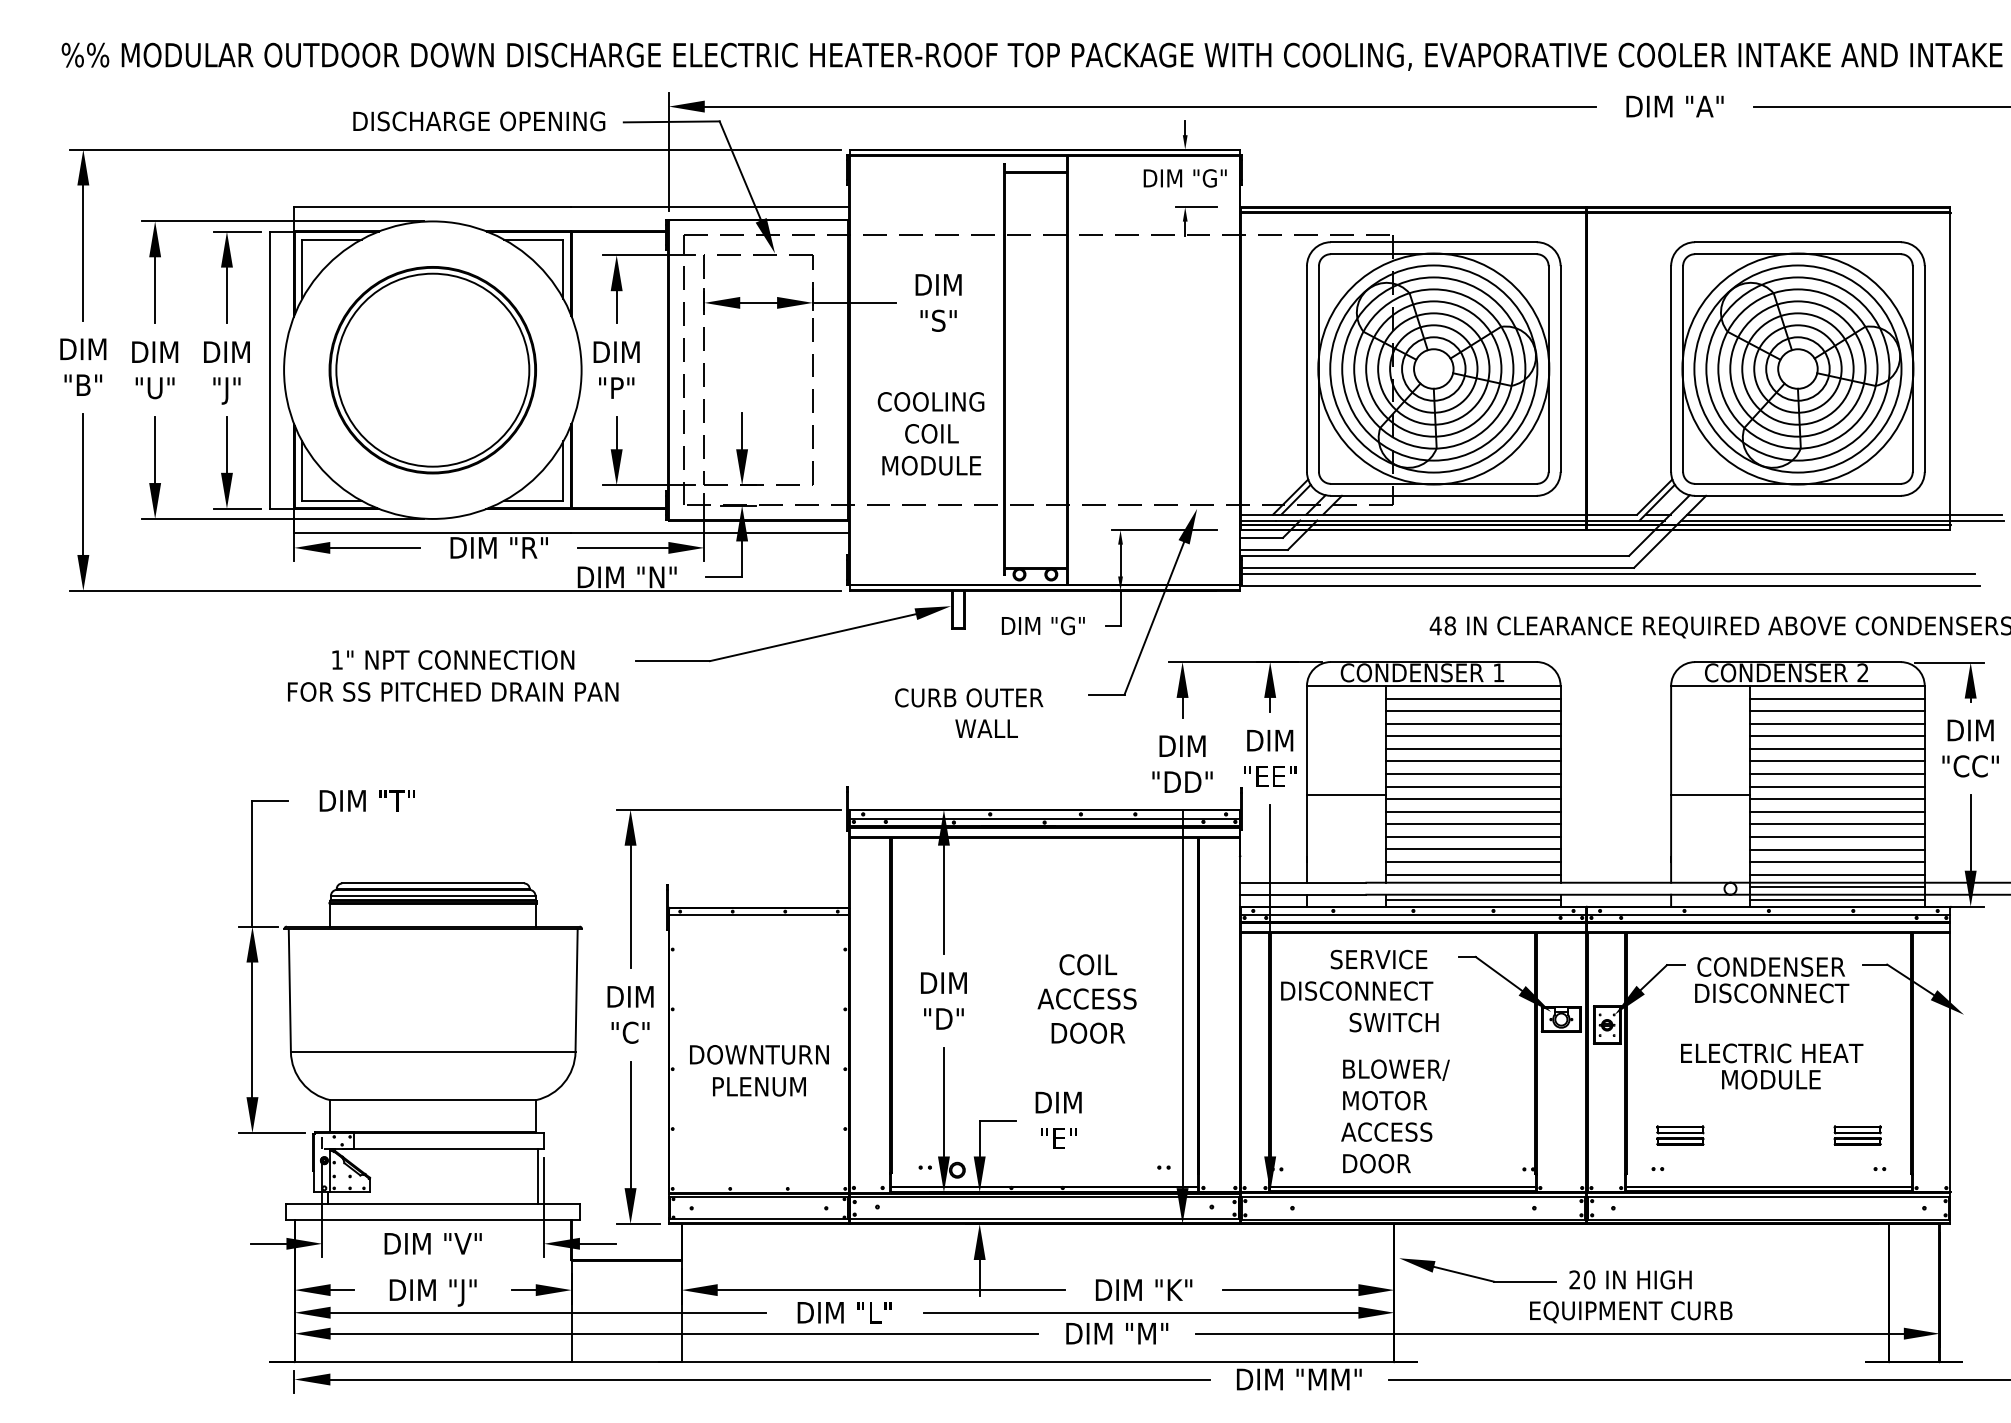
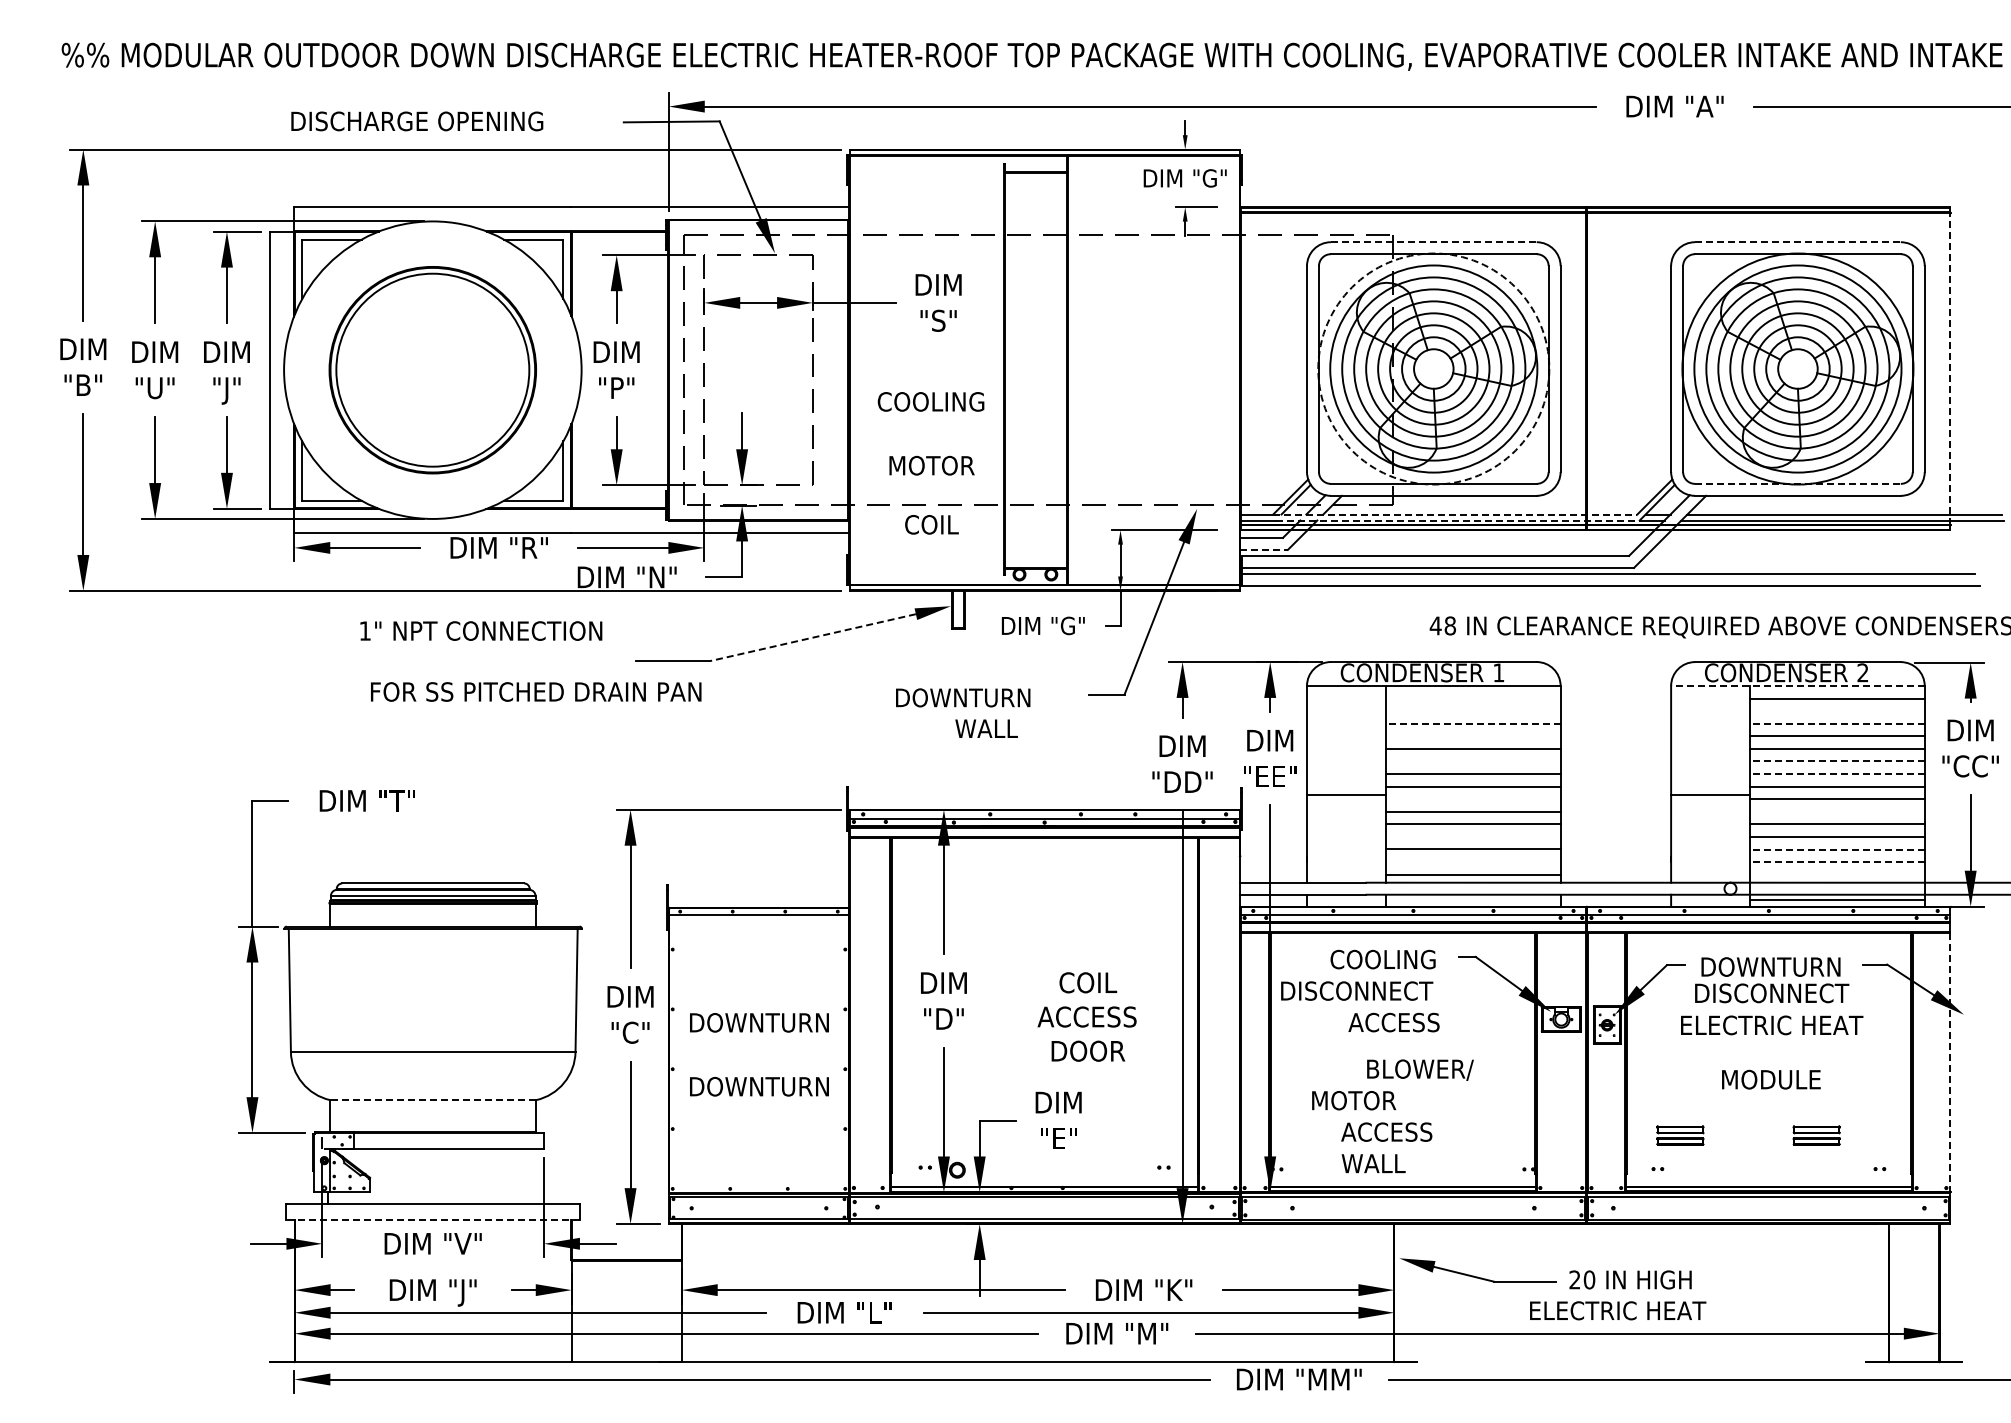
text at (479, 121) position: (479, 121) -> (417, 121)
line at (1433, 242): solid -> dashed
line at (1797, 242): solid -> dashed
circle at (1433, 368): solid -> dashed
line at (1950, 368): solid -> dashed
text at (931, 433) position: (931, 433) -> (931, 524)
text at (931, 465): MODULE -> MOTOR
line at (1797, 483): solid -> dashed
line at (1455, 514): solid -> dashed
line at (1458, 520): solid -> dashed
line at (1264, 549): solid -> dashed
line at (812, 637): solid -> dashed
text at (453, 659) position: (453, 659) -> (481, 630)
line at (1797, 686): solid -> dashed
text at (453, 691) position: (453, 691) -> (536, 691)
text at (969, 697): CURB OUTER -> DOWNTURN
line at (1472, 698): present -> none
line at (1472, 711): present -> none
line at (1836, 711): present -> none
line at (1472, 723): solid -> dashed
line at (1836, 723): solid -> dashed
line at (1472, 736): present -> none
line at (1472, 761): present -> none
line at (1836, 761): solid -> dashed
line at (1836, 774): solid -> dashed
line at (1472, 799): present -> none
line at (1836, 811): present -> none
line at (1472, 836): present -> none
line at (1836, 849): solid -> dashed
line at (1472, 862): present -> none
line at (1836, 862): solid -> dashed
line at (1836, 874): present -> none
line at (1836, 887): present -> none
line at (1472, 899): present -> none
text at (1382, 959): SERVICE -> COOLING
text at (1771, 966): CONDENSER -> DOWNTURN
text at (1086, 998) position: (1086, 998) -> (1086, 1016)
text at (1393, 1022): SWITCH -> ACCESS
text at (1772, 1053) position: (1772, 1053) -> (1772, 1025)
text at (759, 1054) position: (759, 1054) -> (759, 1022)
line at (1950, 1062): solid -> dashed
text at (1396, 1069) position: (1396, 1069) -> (1420, 1069)
text at (759, 1086): PLENUM -> DOWNTURN
line at (433, 1100): solid -> dashed
text at (1385, 1100) position: (1385, 1100) -> (1354, 1100)
part at (1857, 1135) position: (1857, 1135) -> (1816, 1135)
text at (1375, 1163): DOOR -> WALL
line at (538, 1176): present -> none
line at (433, 1219): solid -> dashed
text at (1637, 1312): EQUIPMENT CURB -> ELECTRIC HEAT
